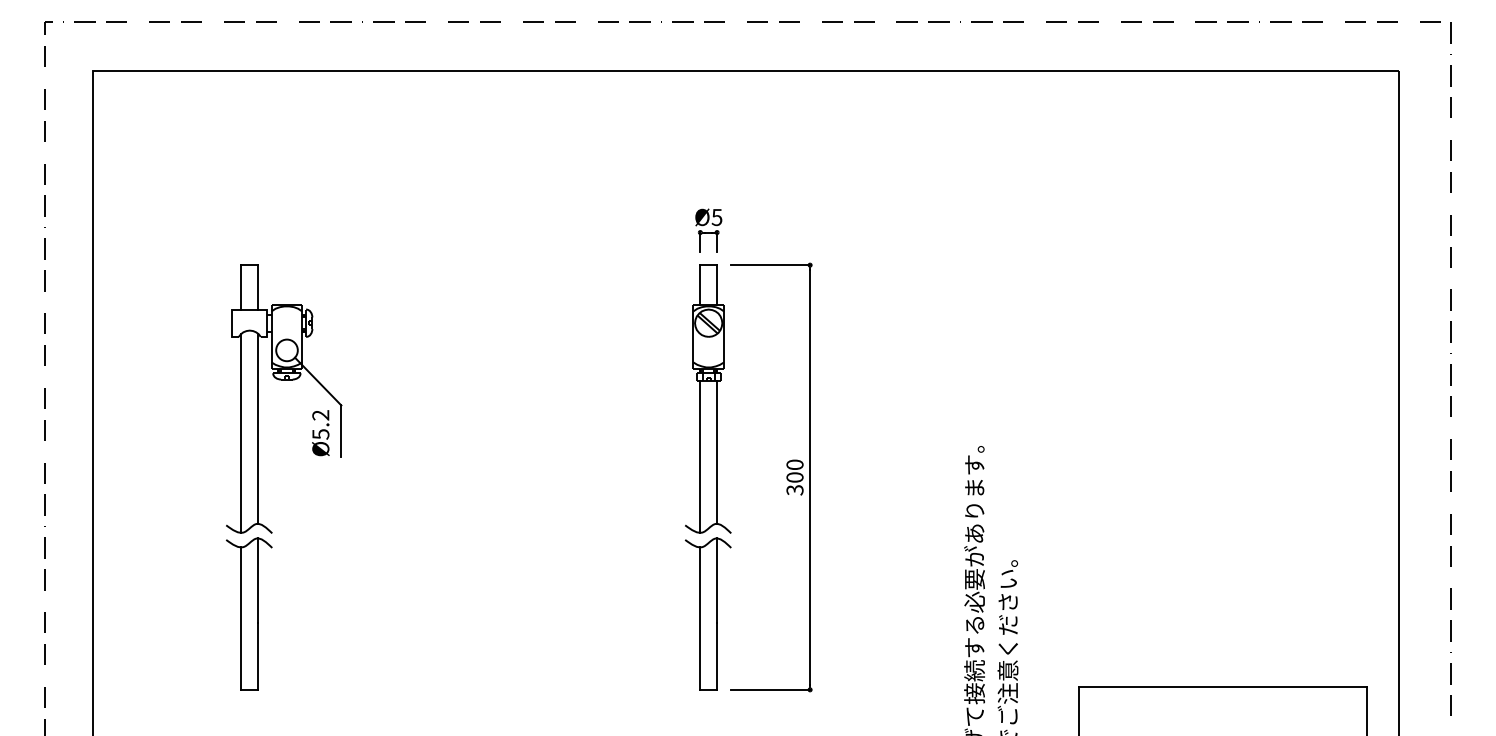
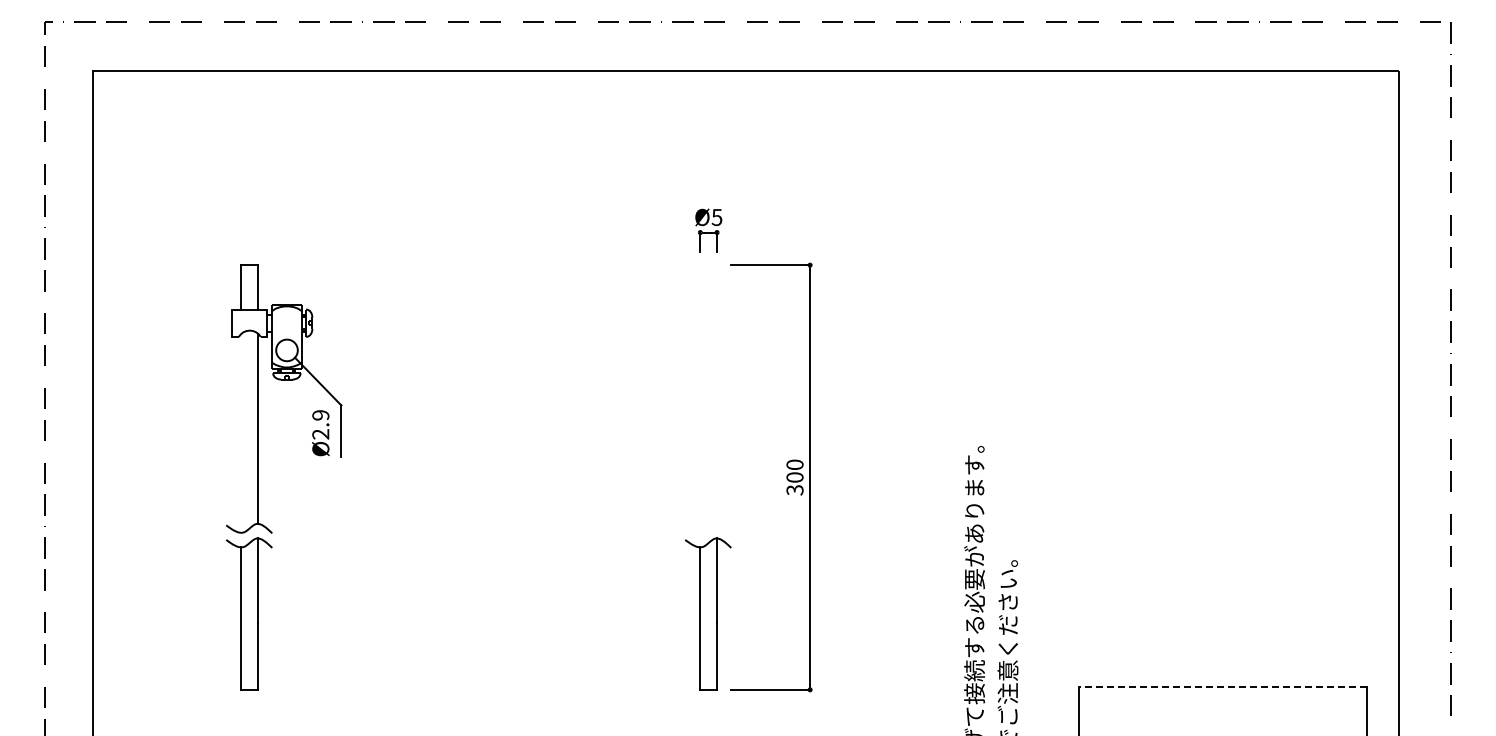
part at (708, 398): present -> none
text at (320, 424): Ø5.2 -> Ø2.9
line at (241, 432): present -> none
line at (1222, 687): solid -> dashed
